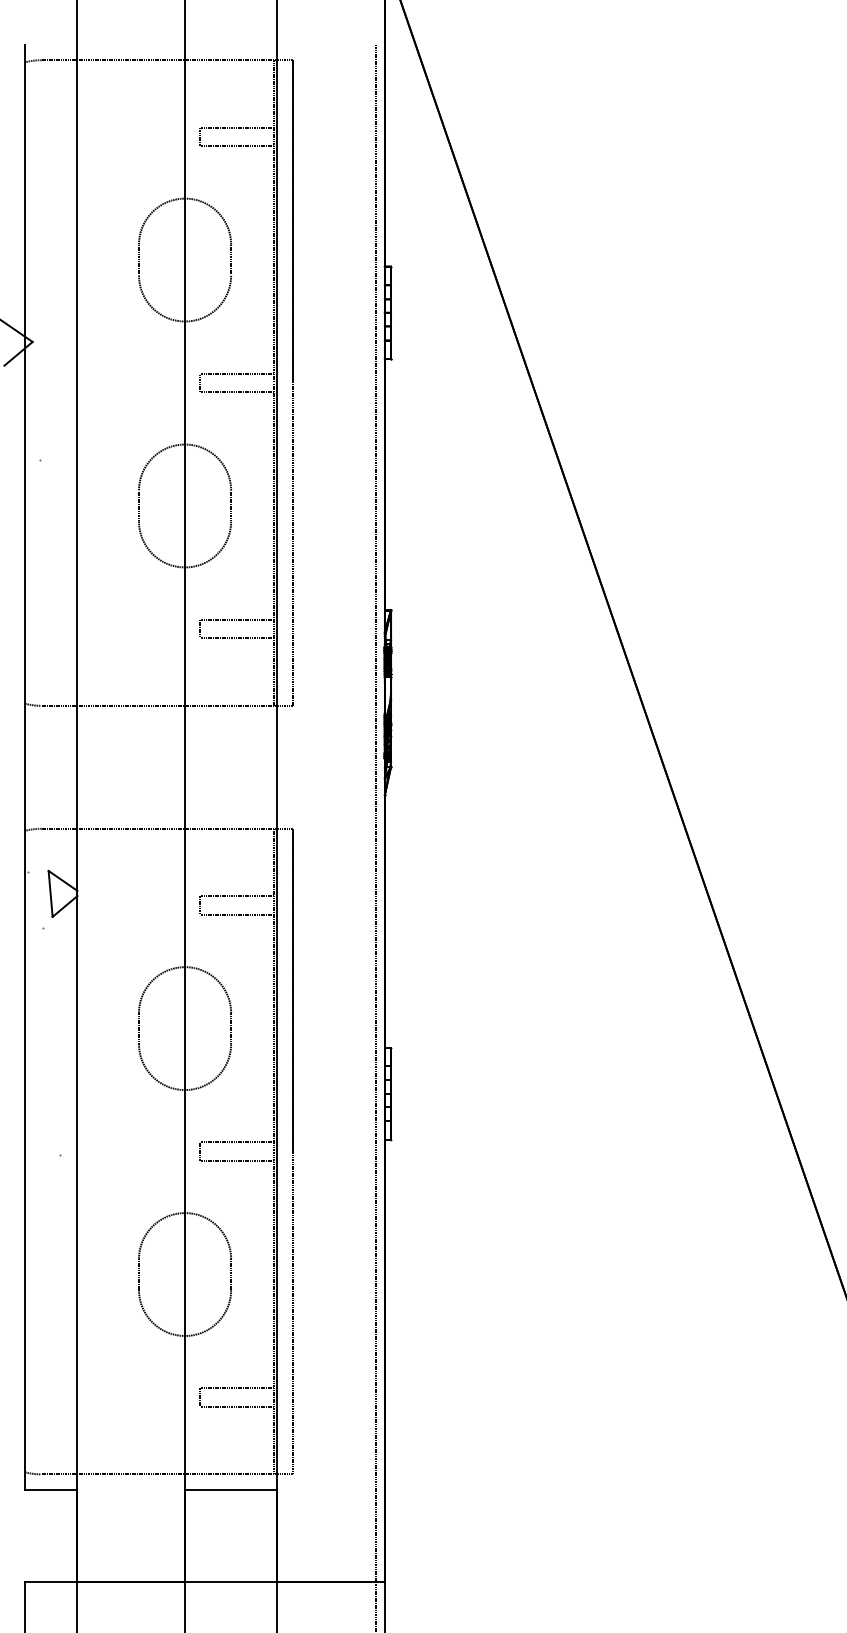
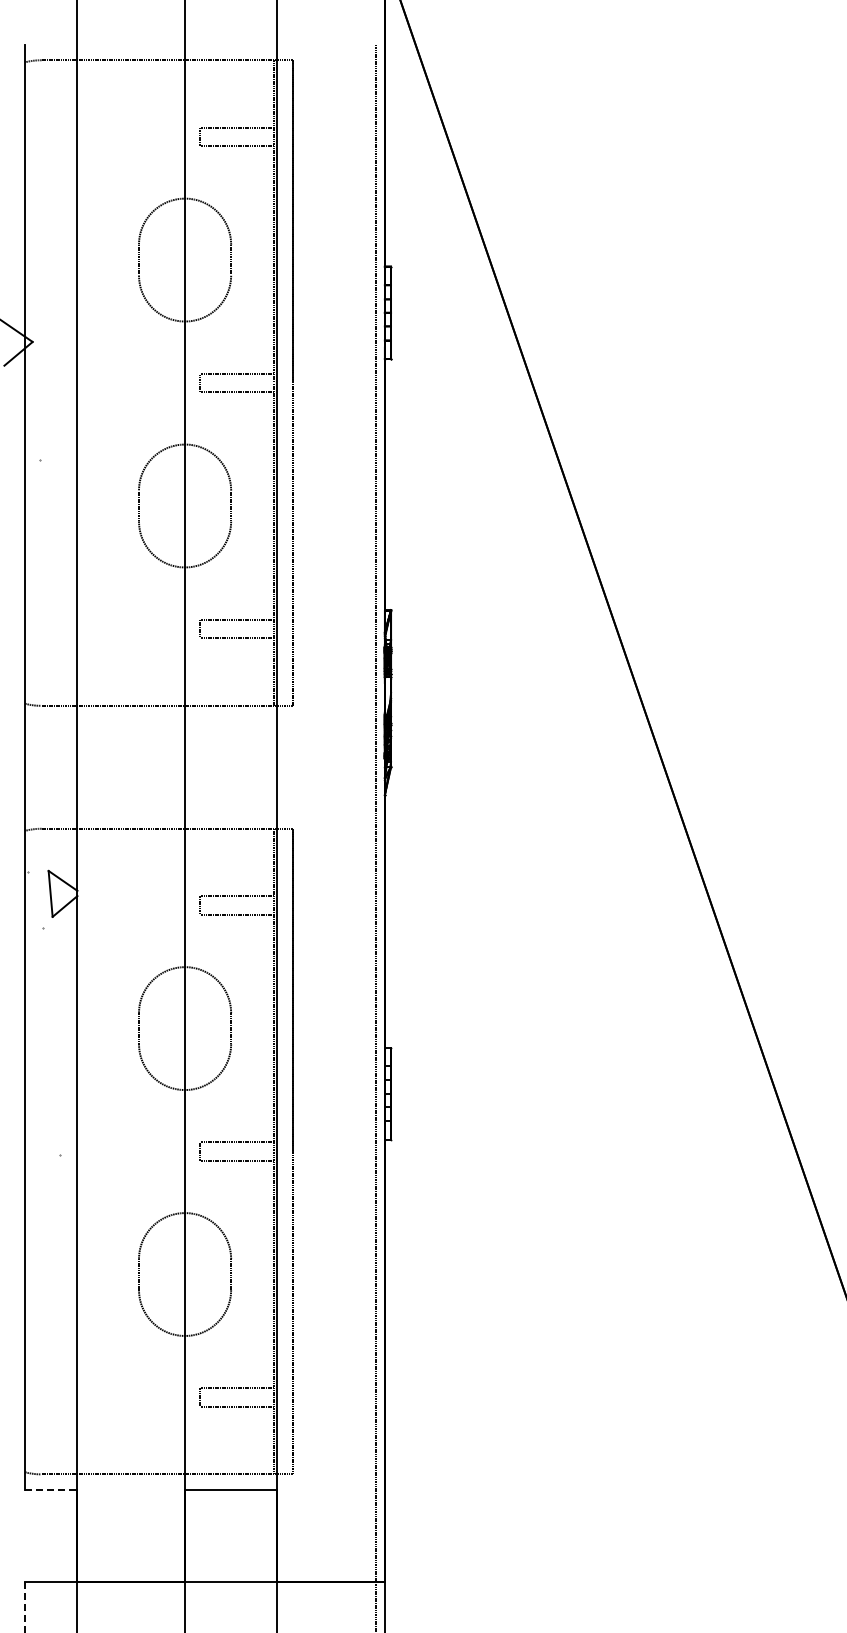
line at (51, 1489): solid -> dashed
line at (25, 1607): solid -> dashed
